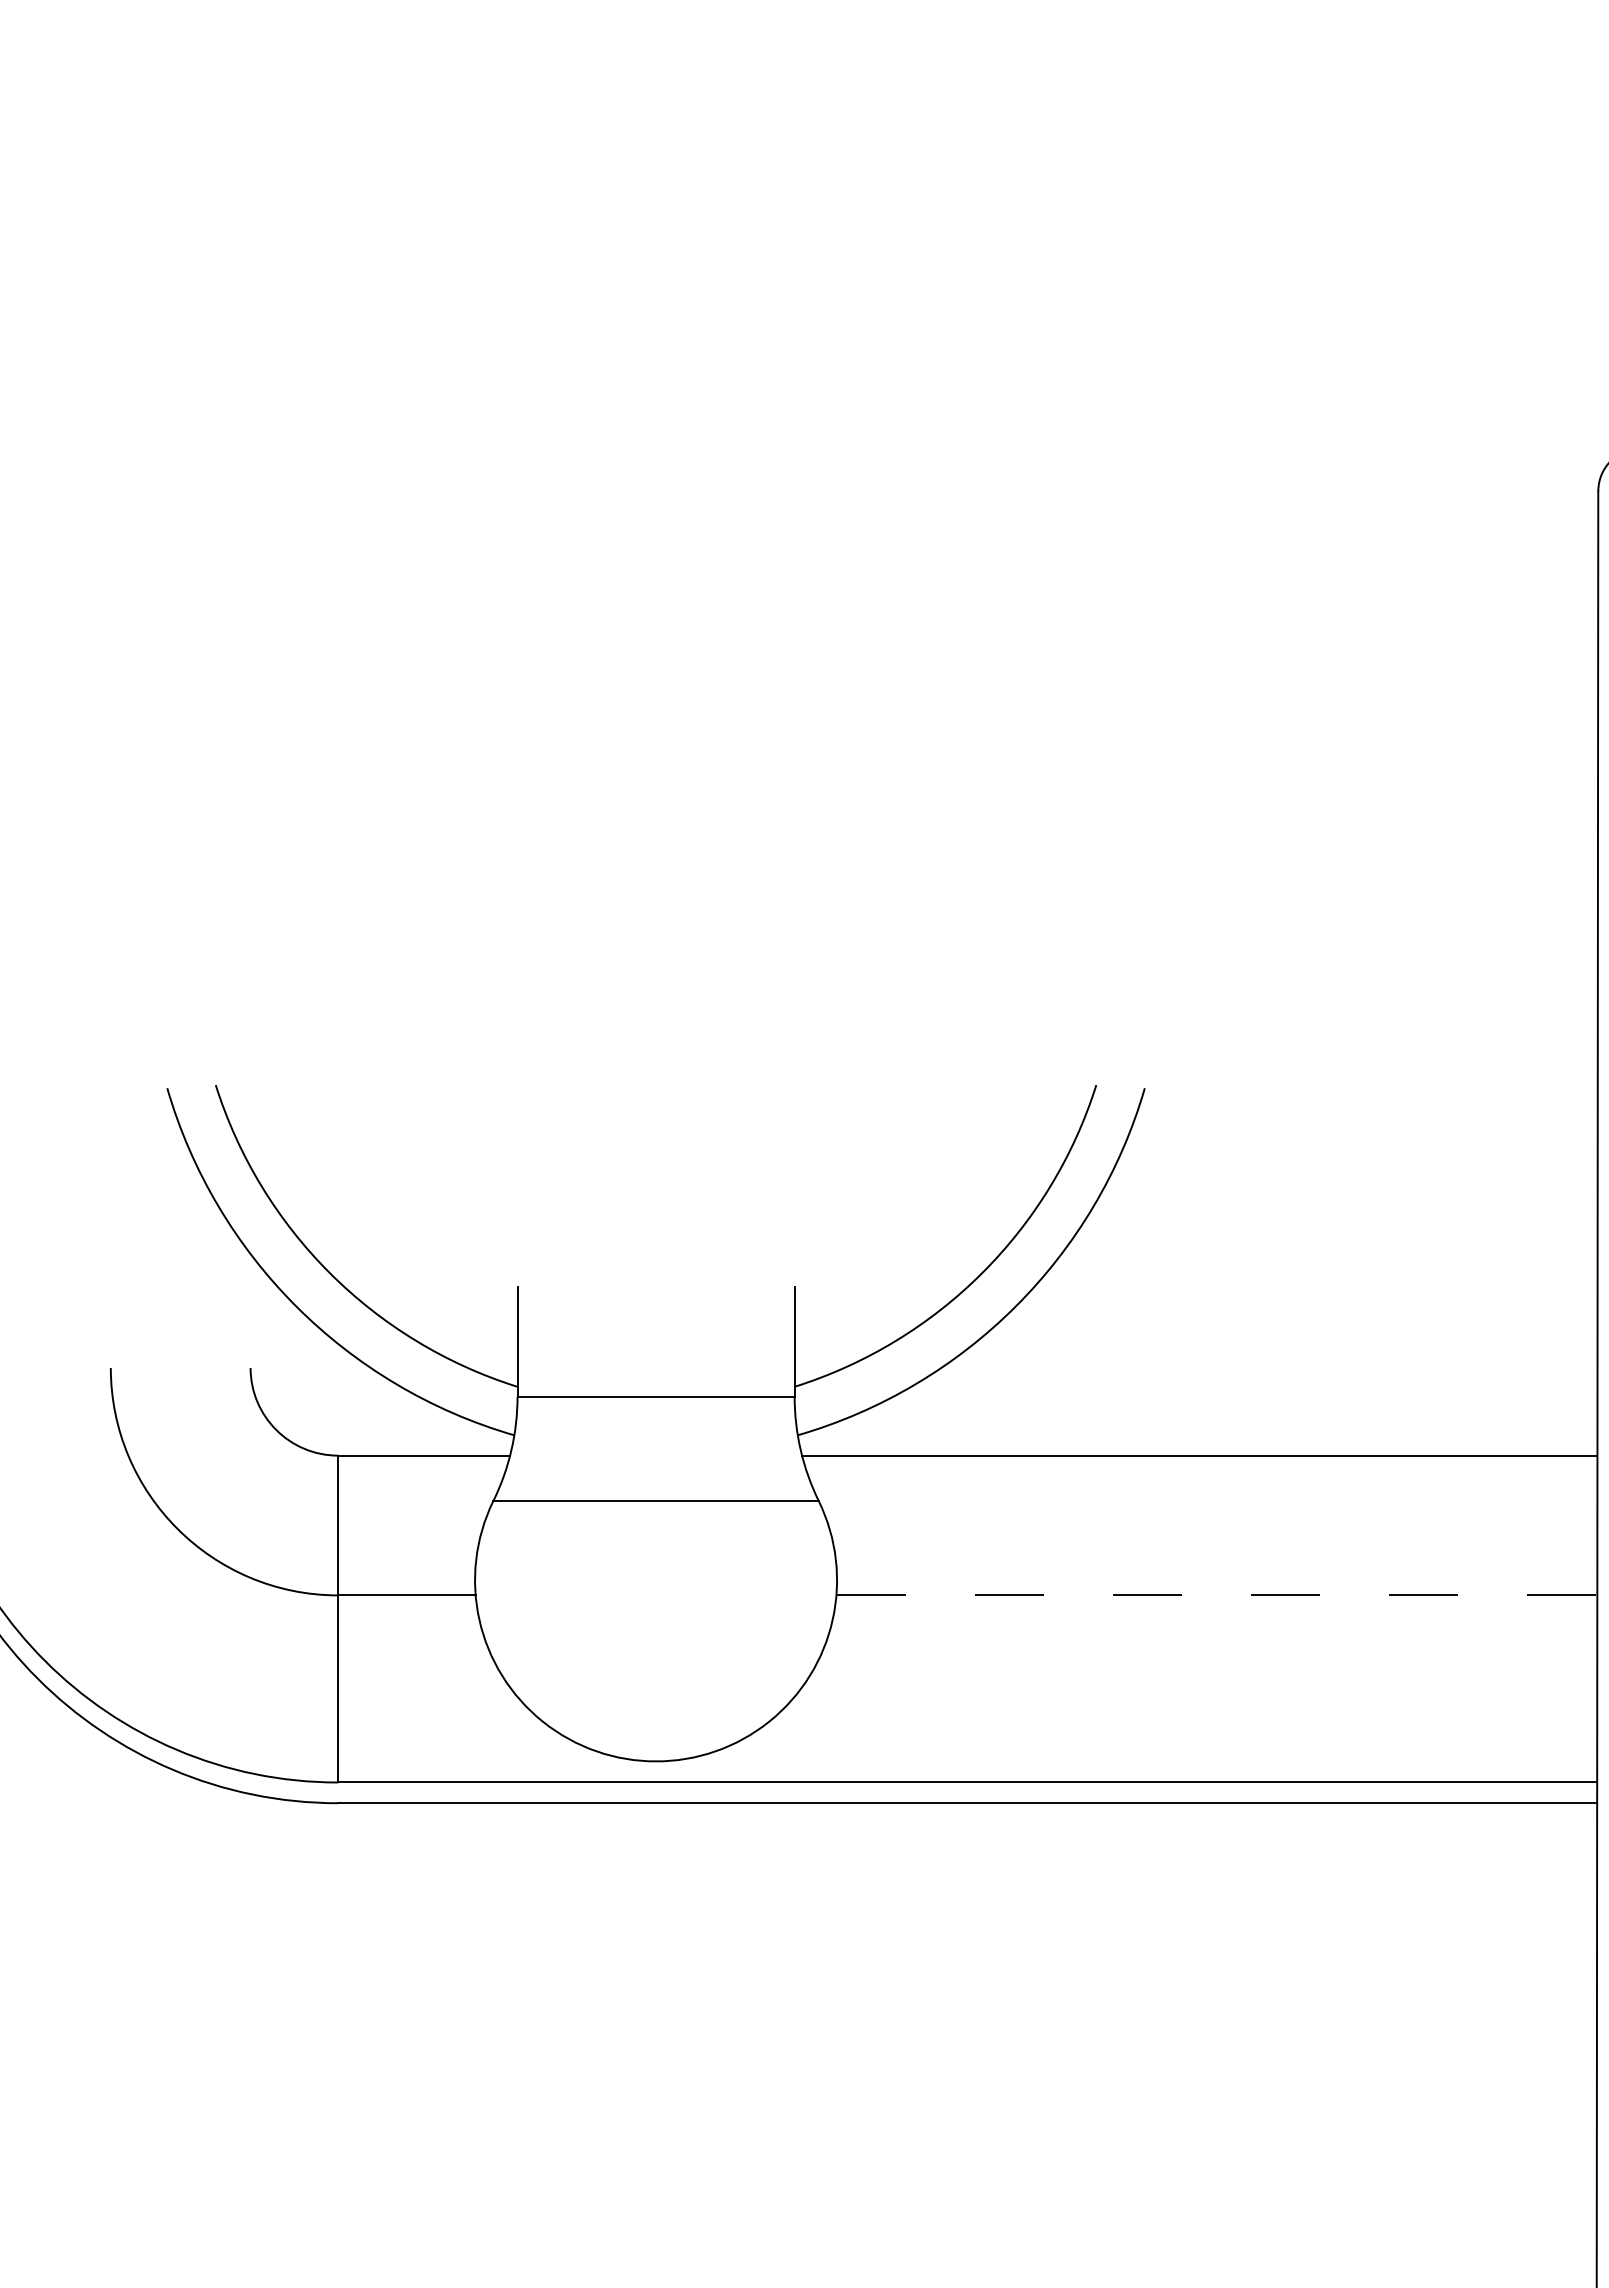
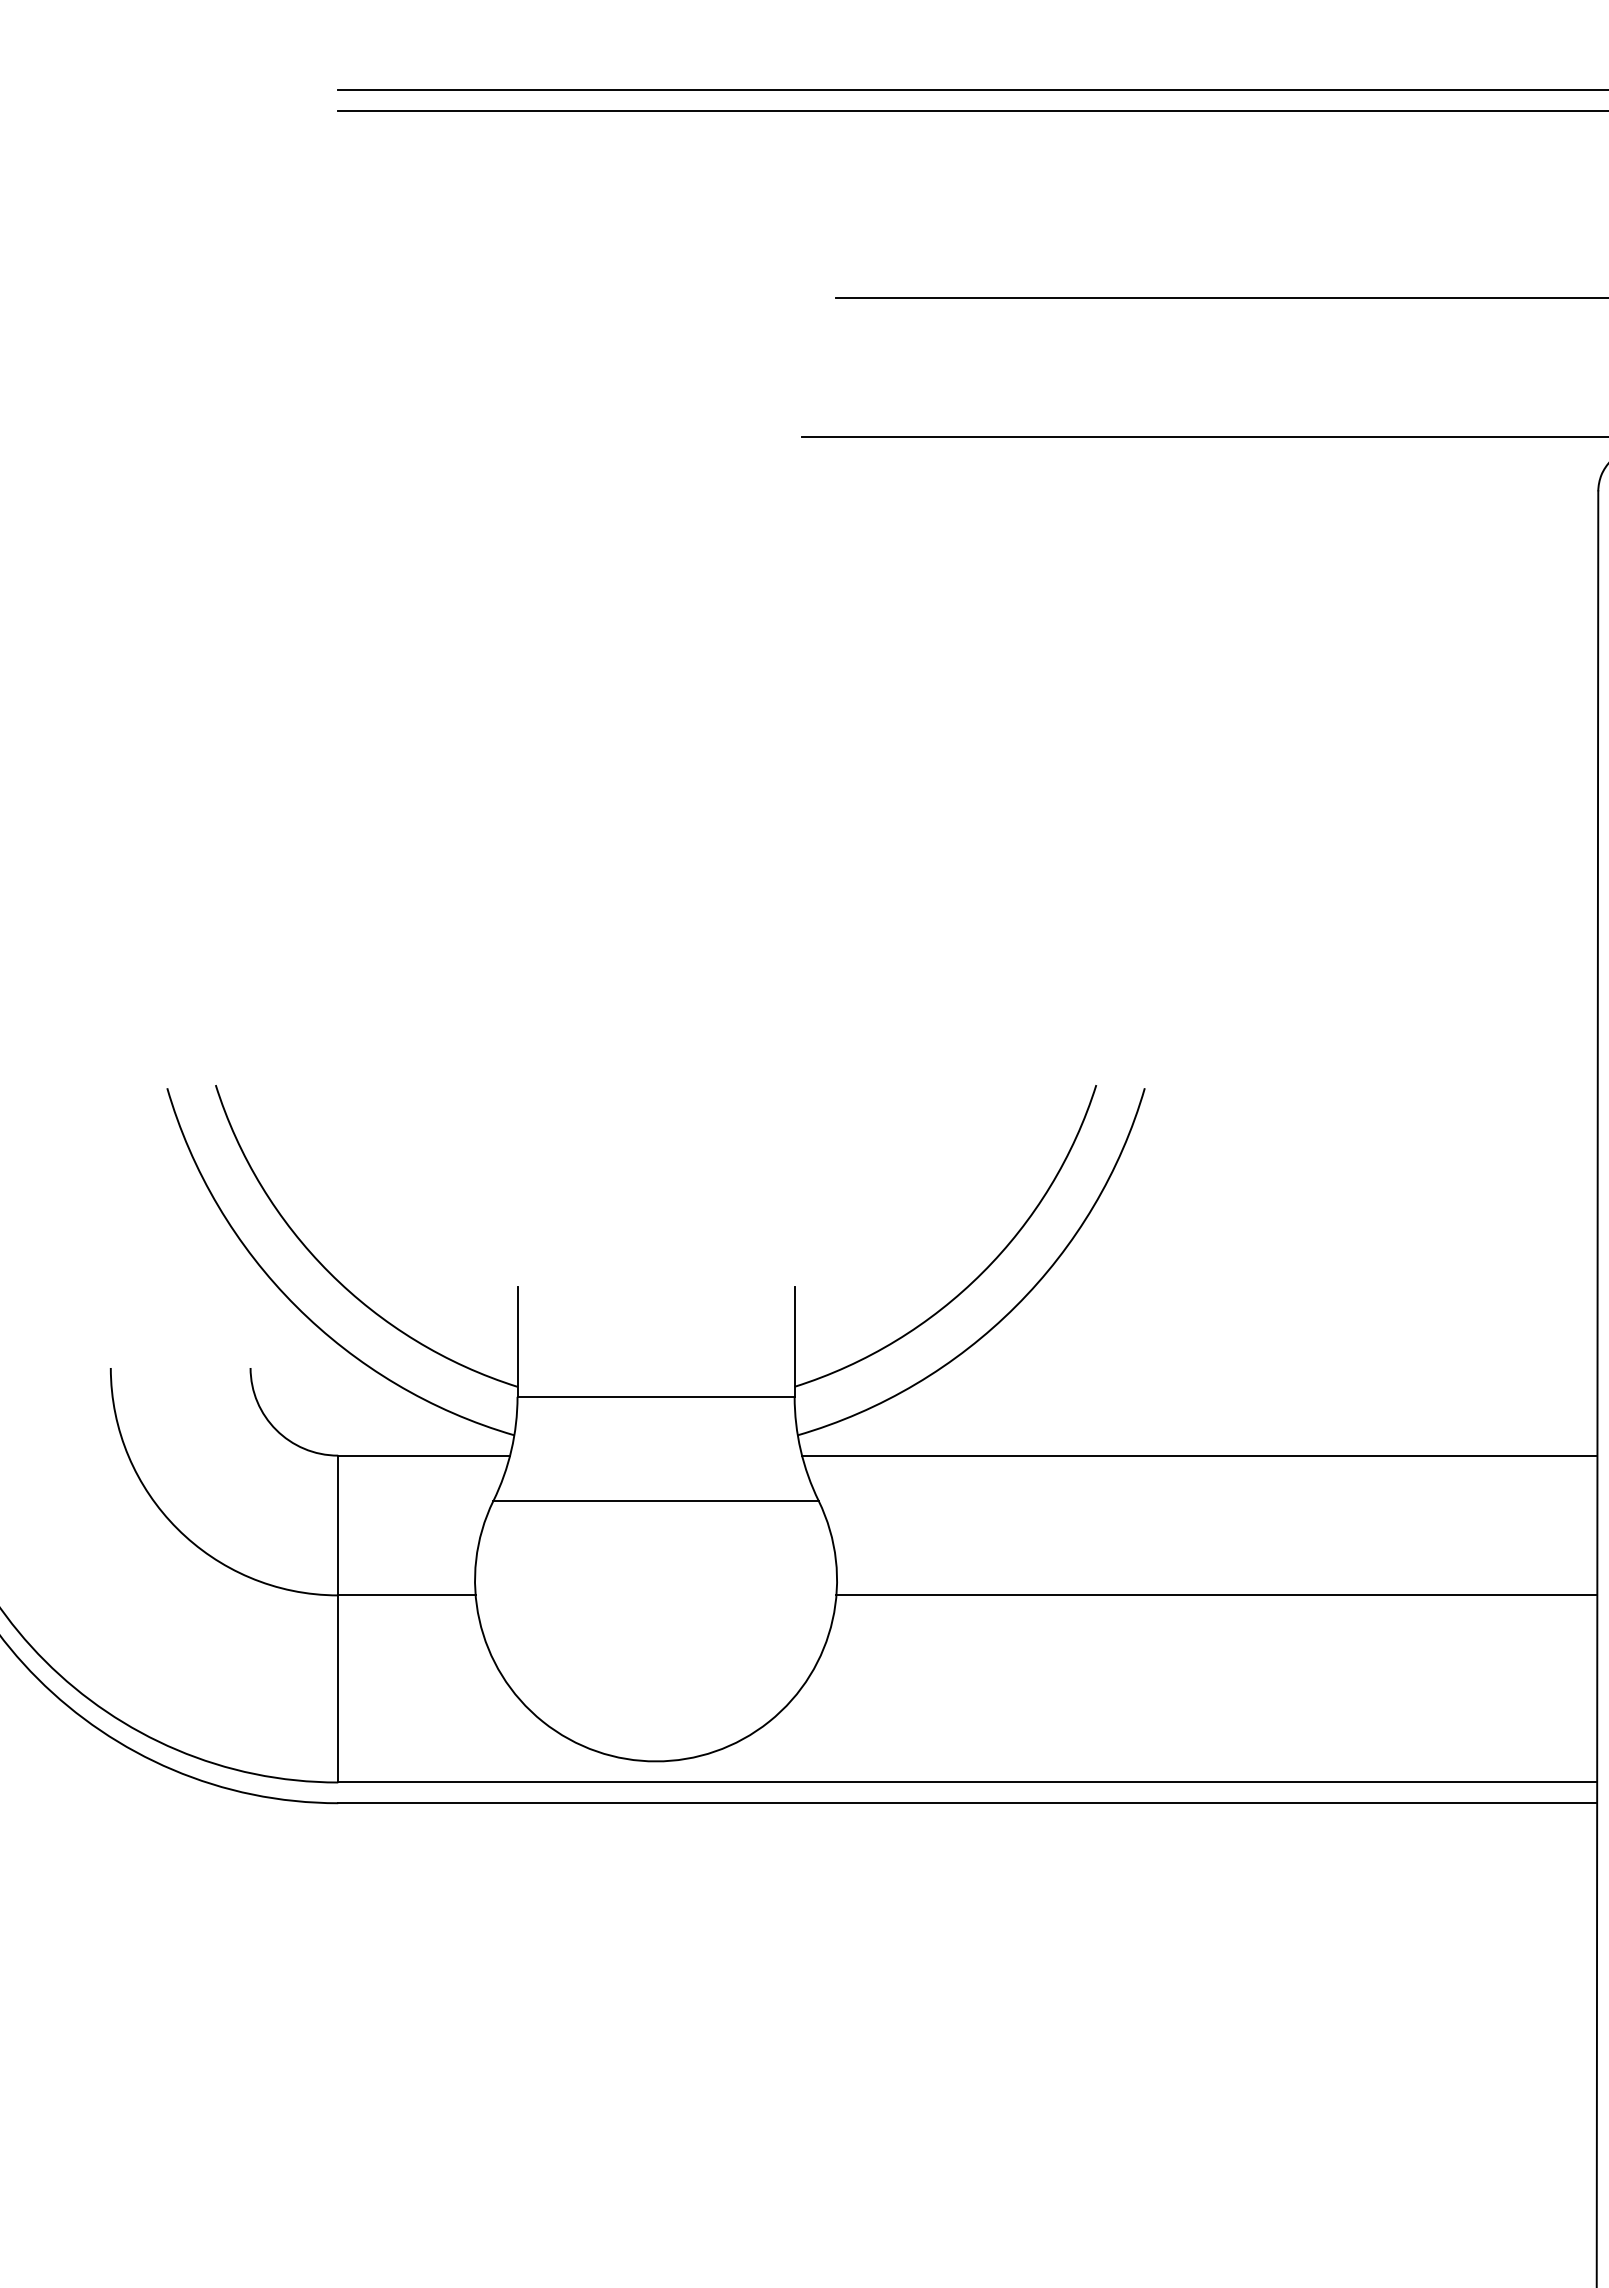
line at (971, 89): none -> present
line at (971, 110): none -> present
line at (1220, 297): none -> present
line at (1203, 437): none -> present
line at (1217, 1595): dashed -> solid
